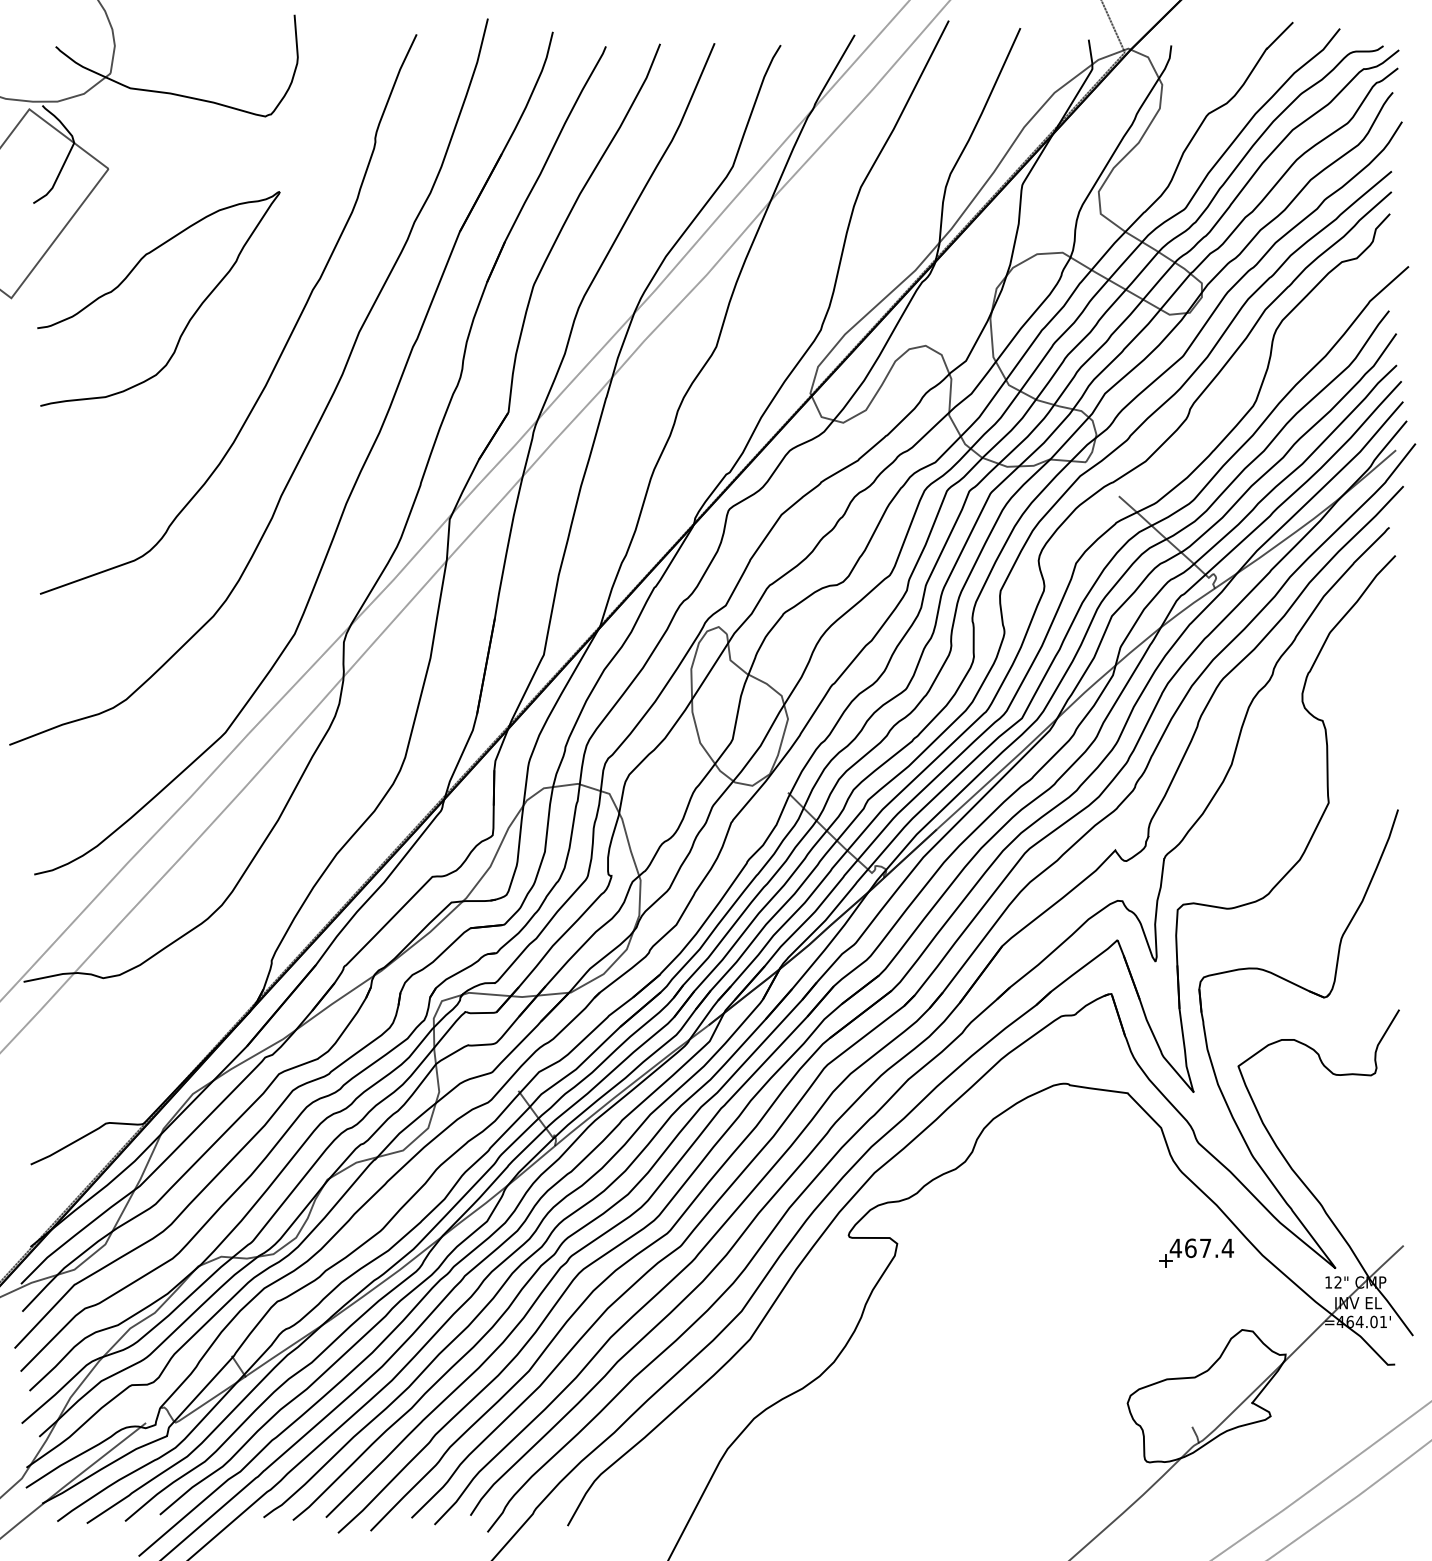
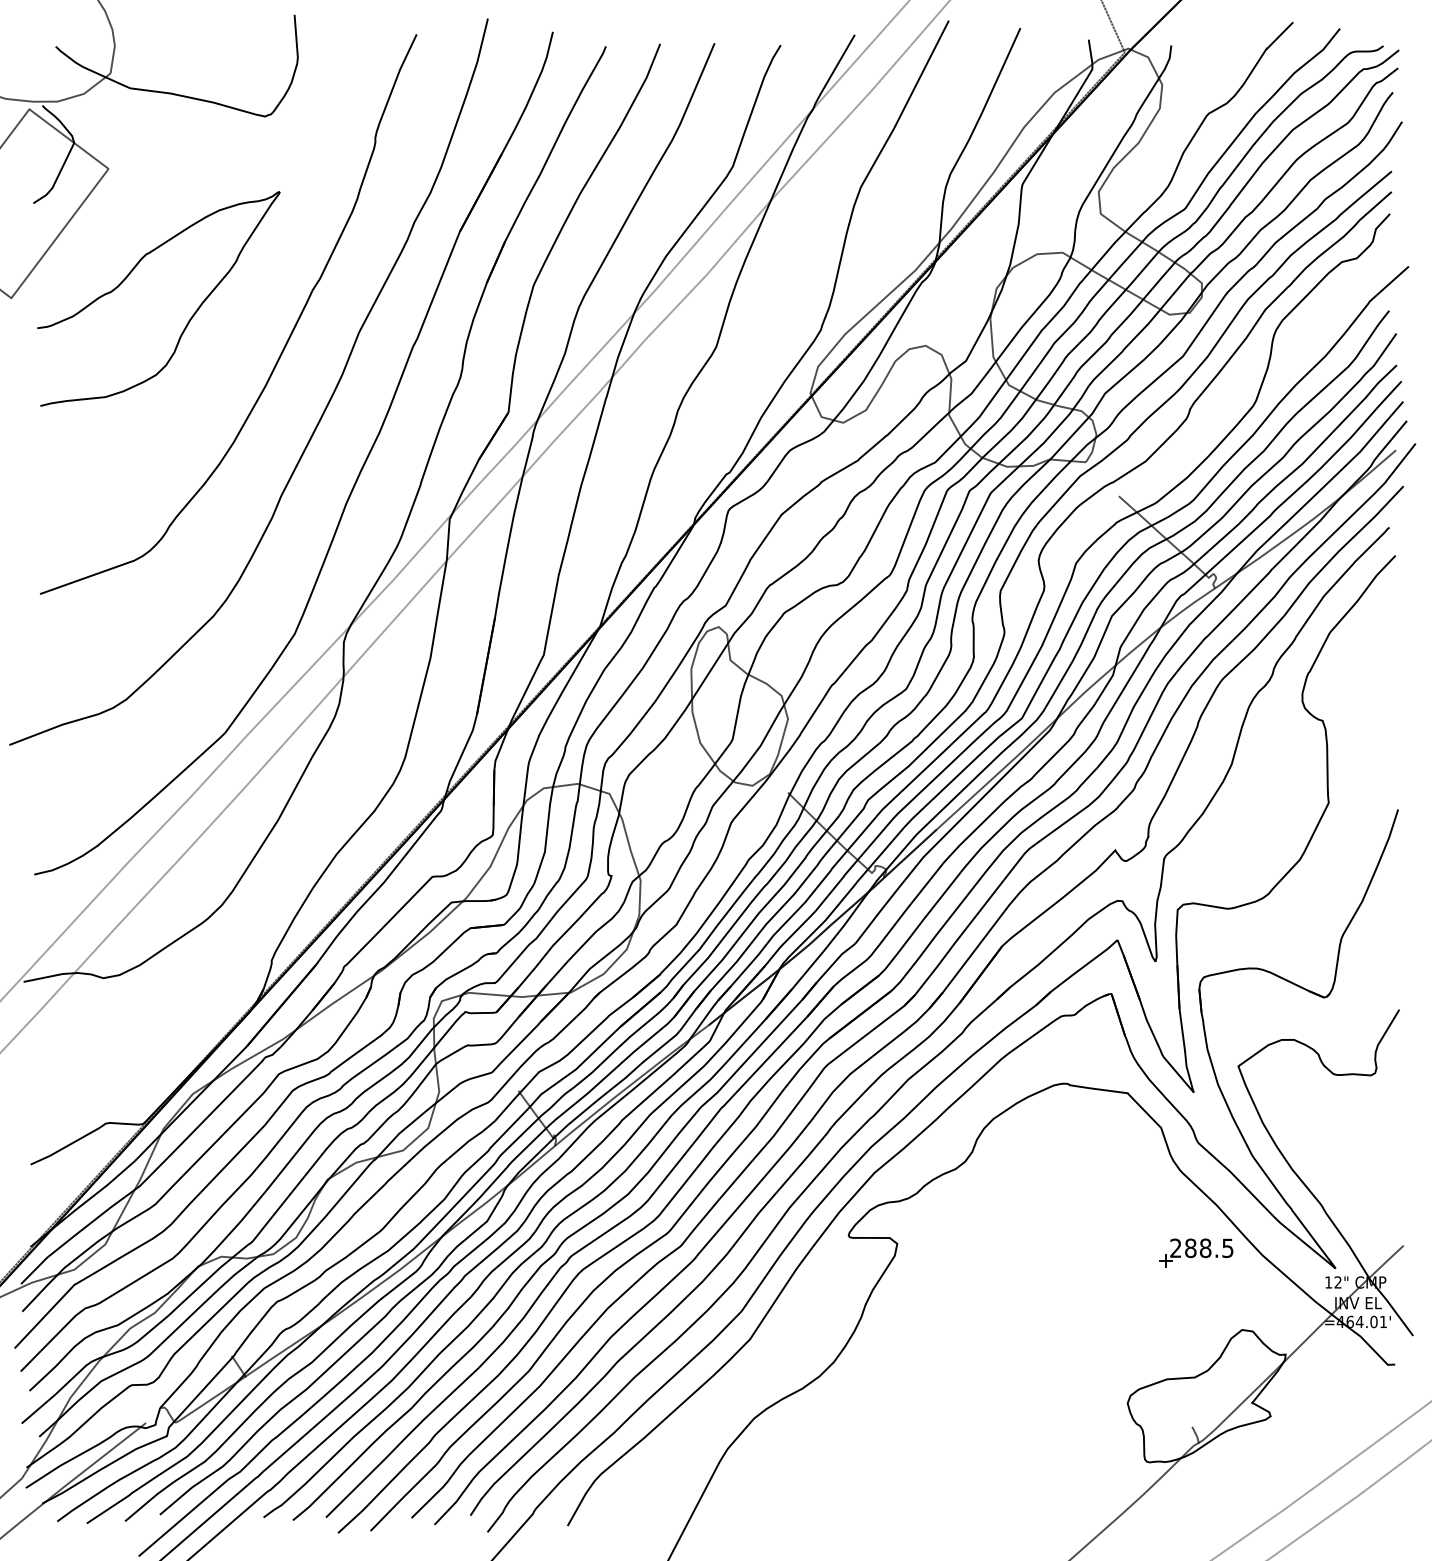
text at (1201, 1248): 467.4 -> 288.5
